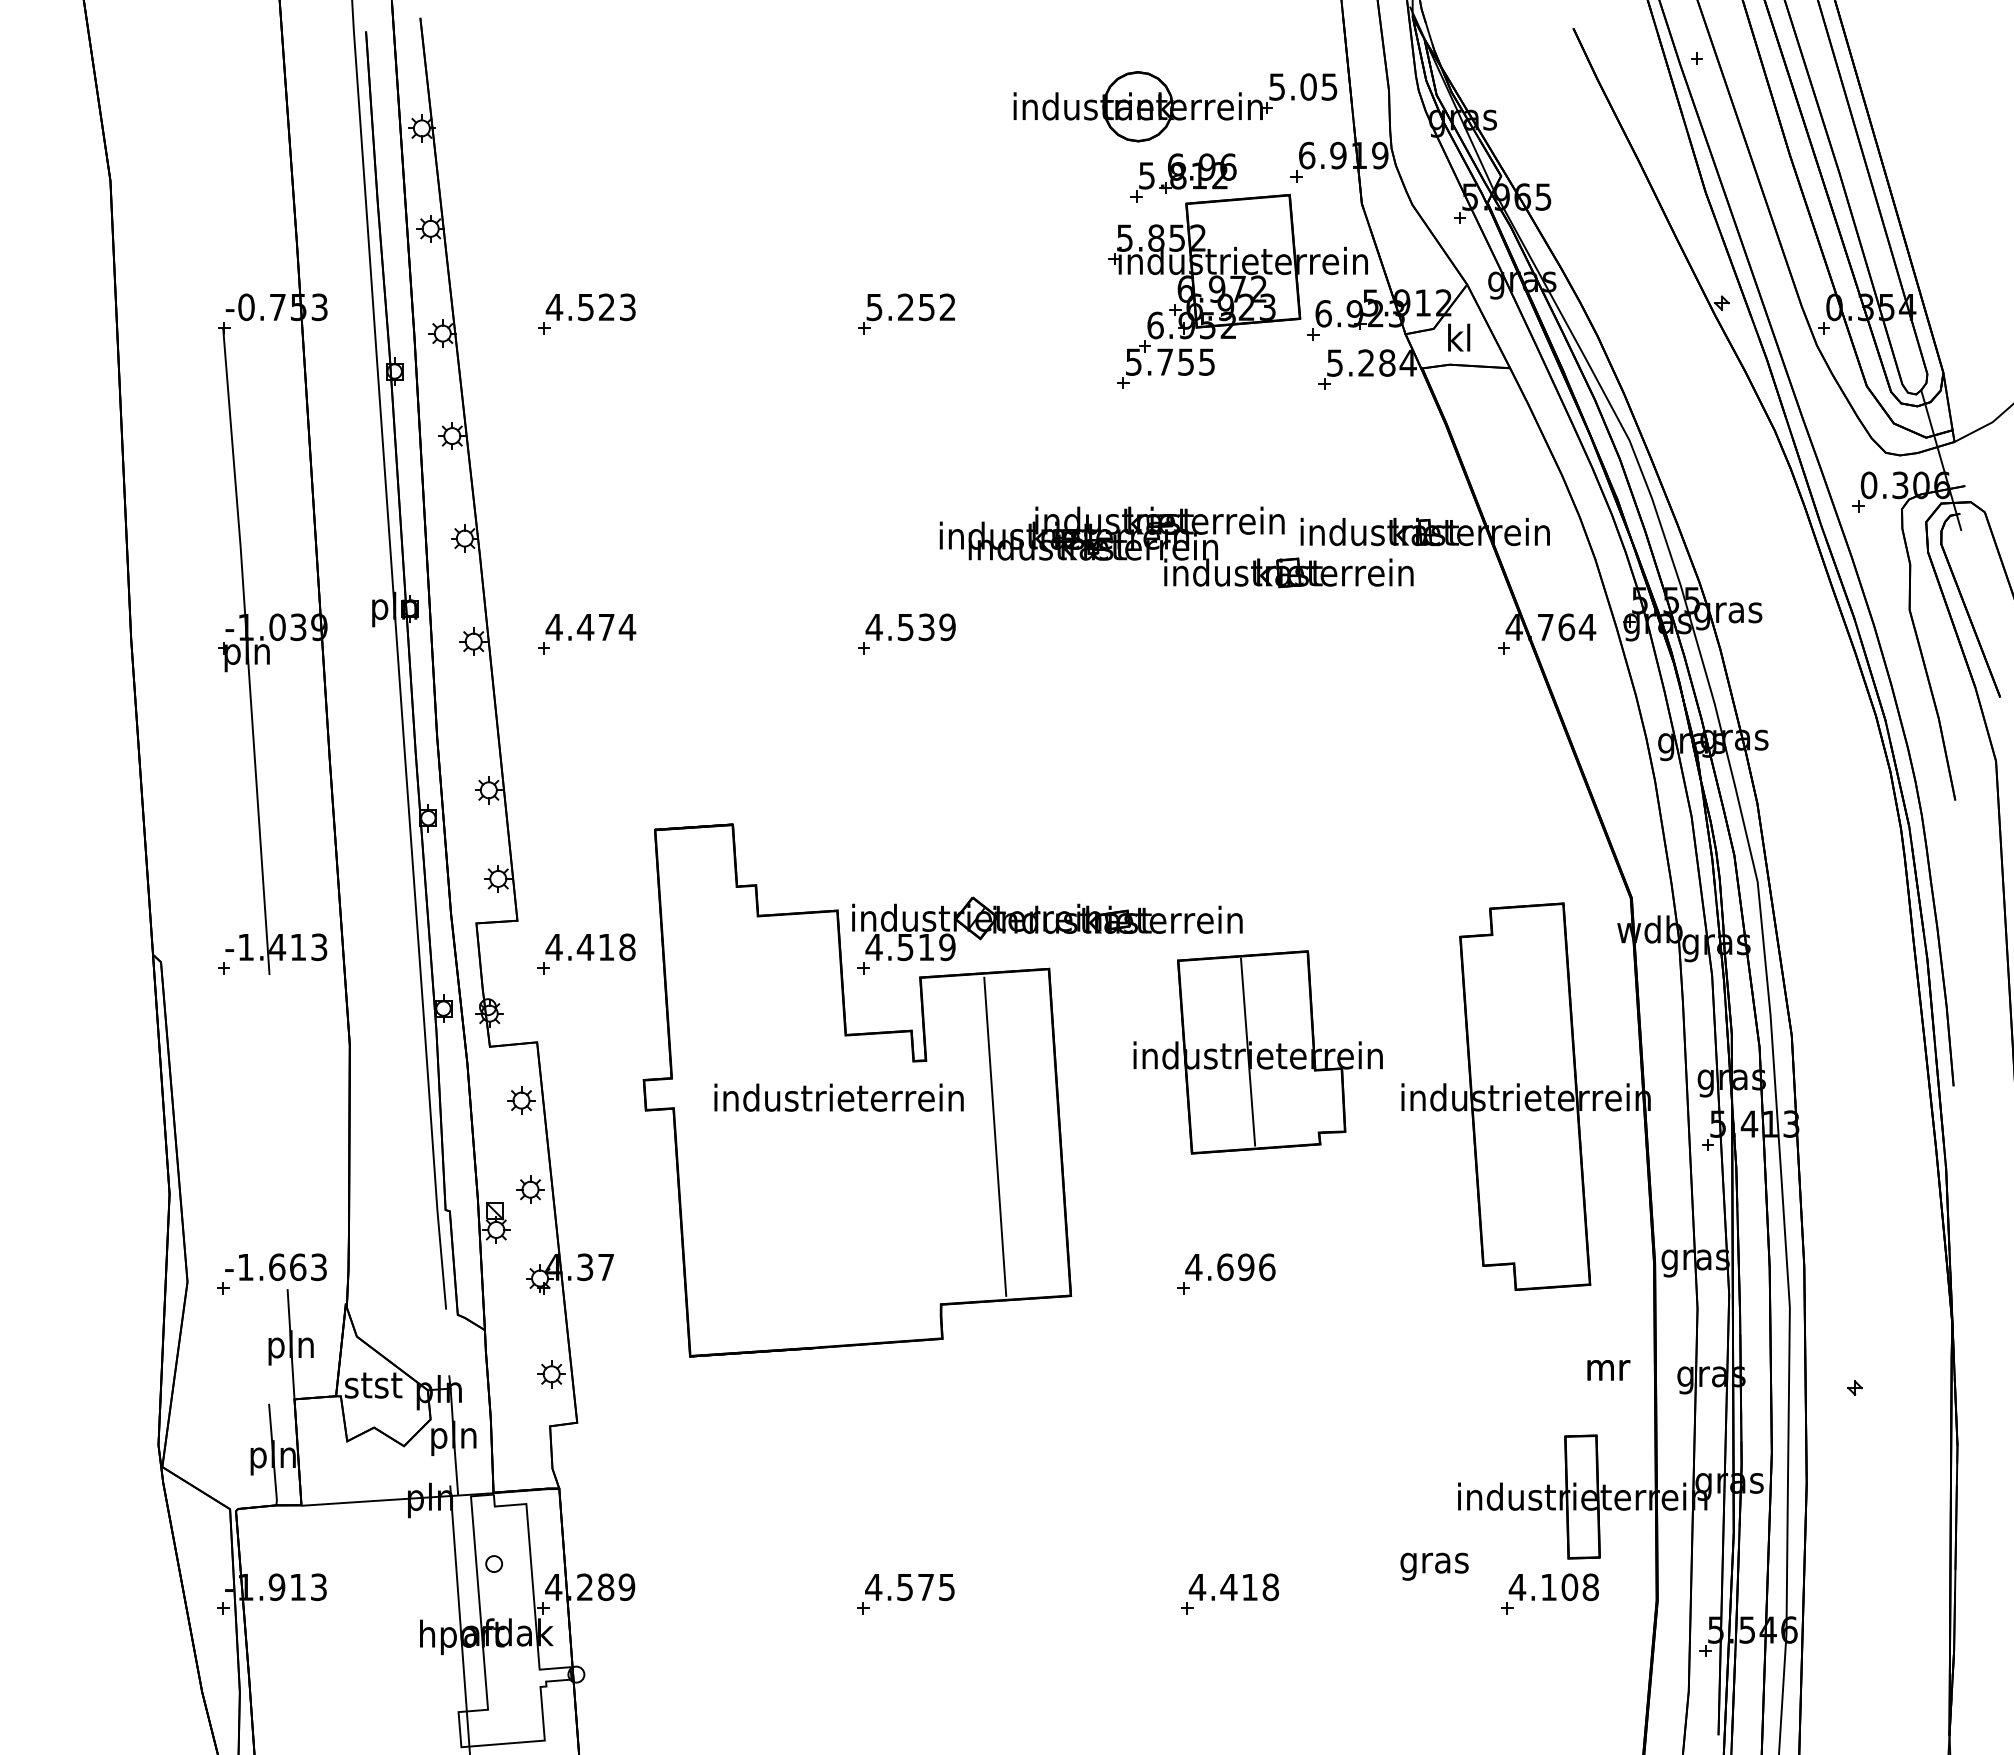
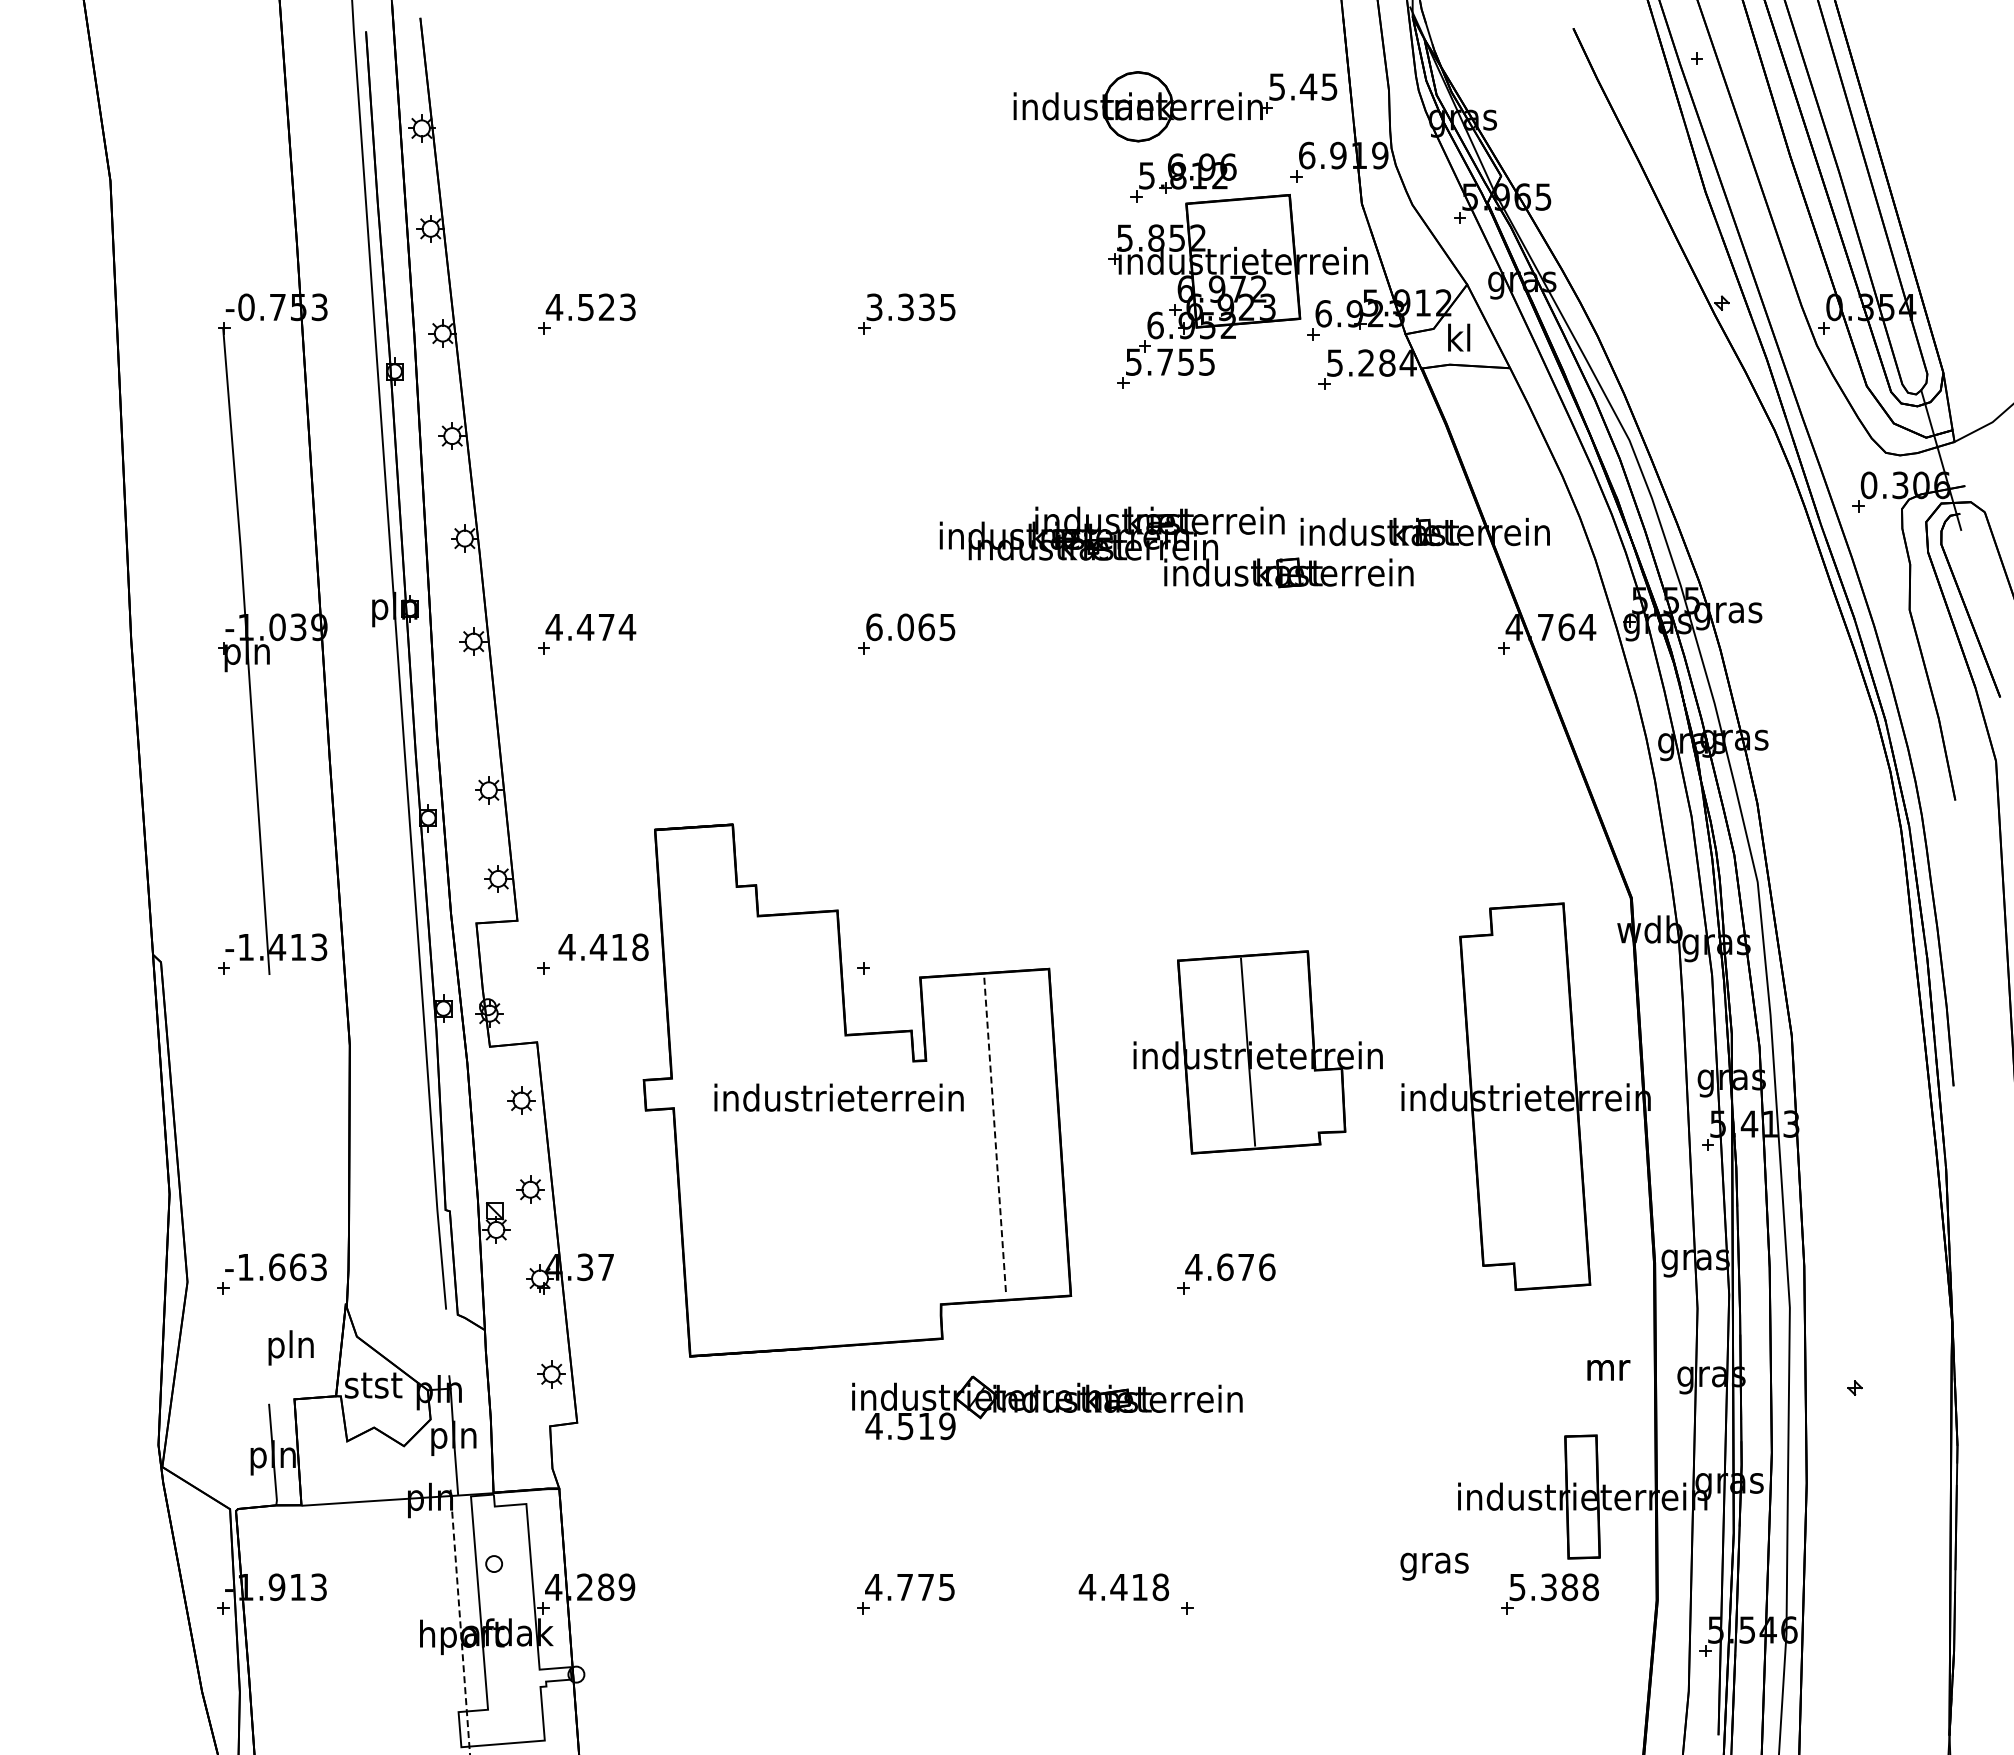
text at (1308, 86): 5.05 -> 5.45
text at (911, 307): 5.252 -> 3.335
text at (910, 627): 4.539 -> 6.065
part at (1047, 928) position: (1047, 928) -> (1047, 1407)
text at (590, 947) position: (590, 947) -> (603, 947)
line at (995, 1137): solid -> dashed
text at (1246, 1267): 4.696 -> 4.676
line at (290, 1344): present -> none
text at (904, 1587): 4.575 -> 4.775
text at (1233, 1587) position: (1233, 1587) -> (1123, 1587)
text at (1543, 1587): 4.108 -> 5.388
line at (460, 1619): solid -> dashed
